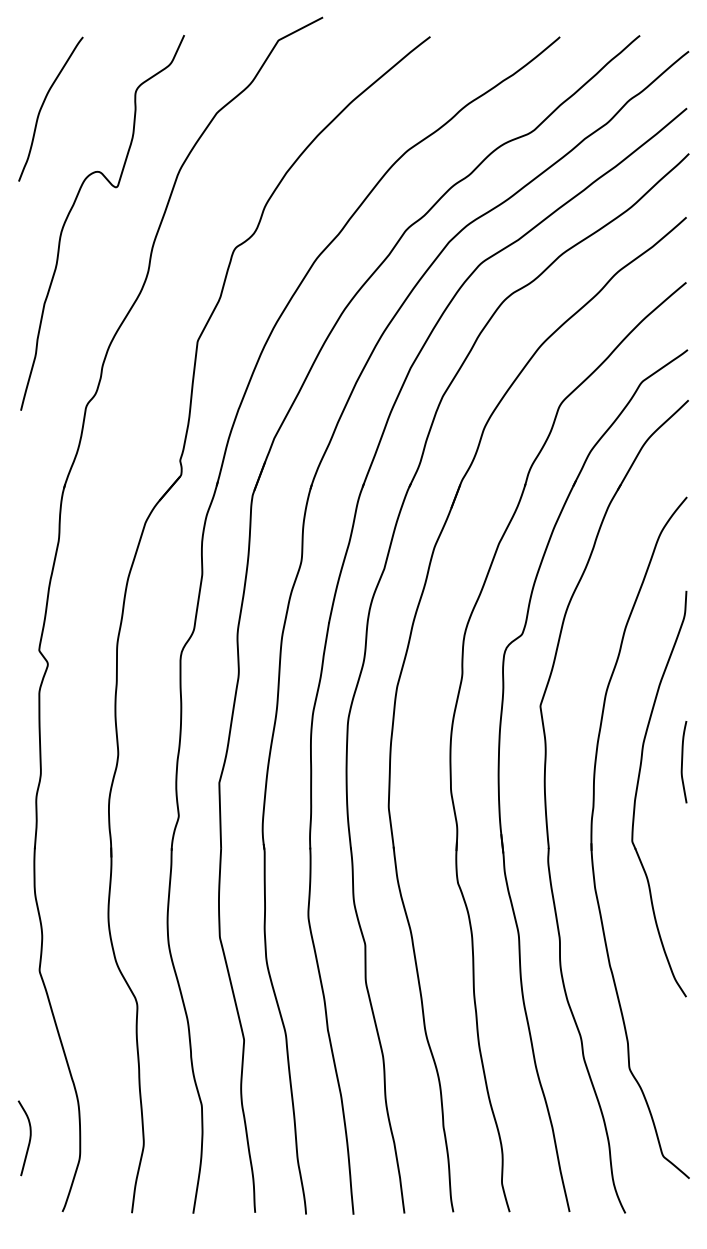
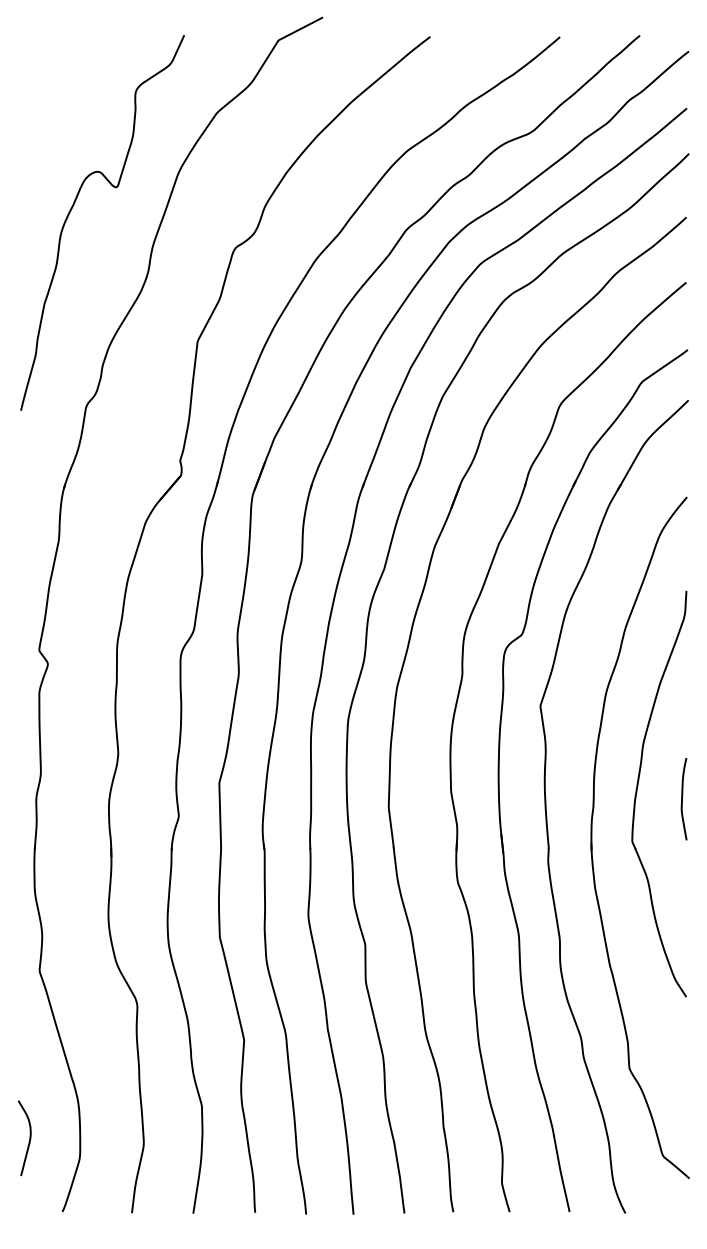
curve at (43, 105): present -> none
curve at (682, 762) position: (682, 762) -> (682, 799)
